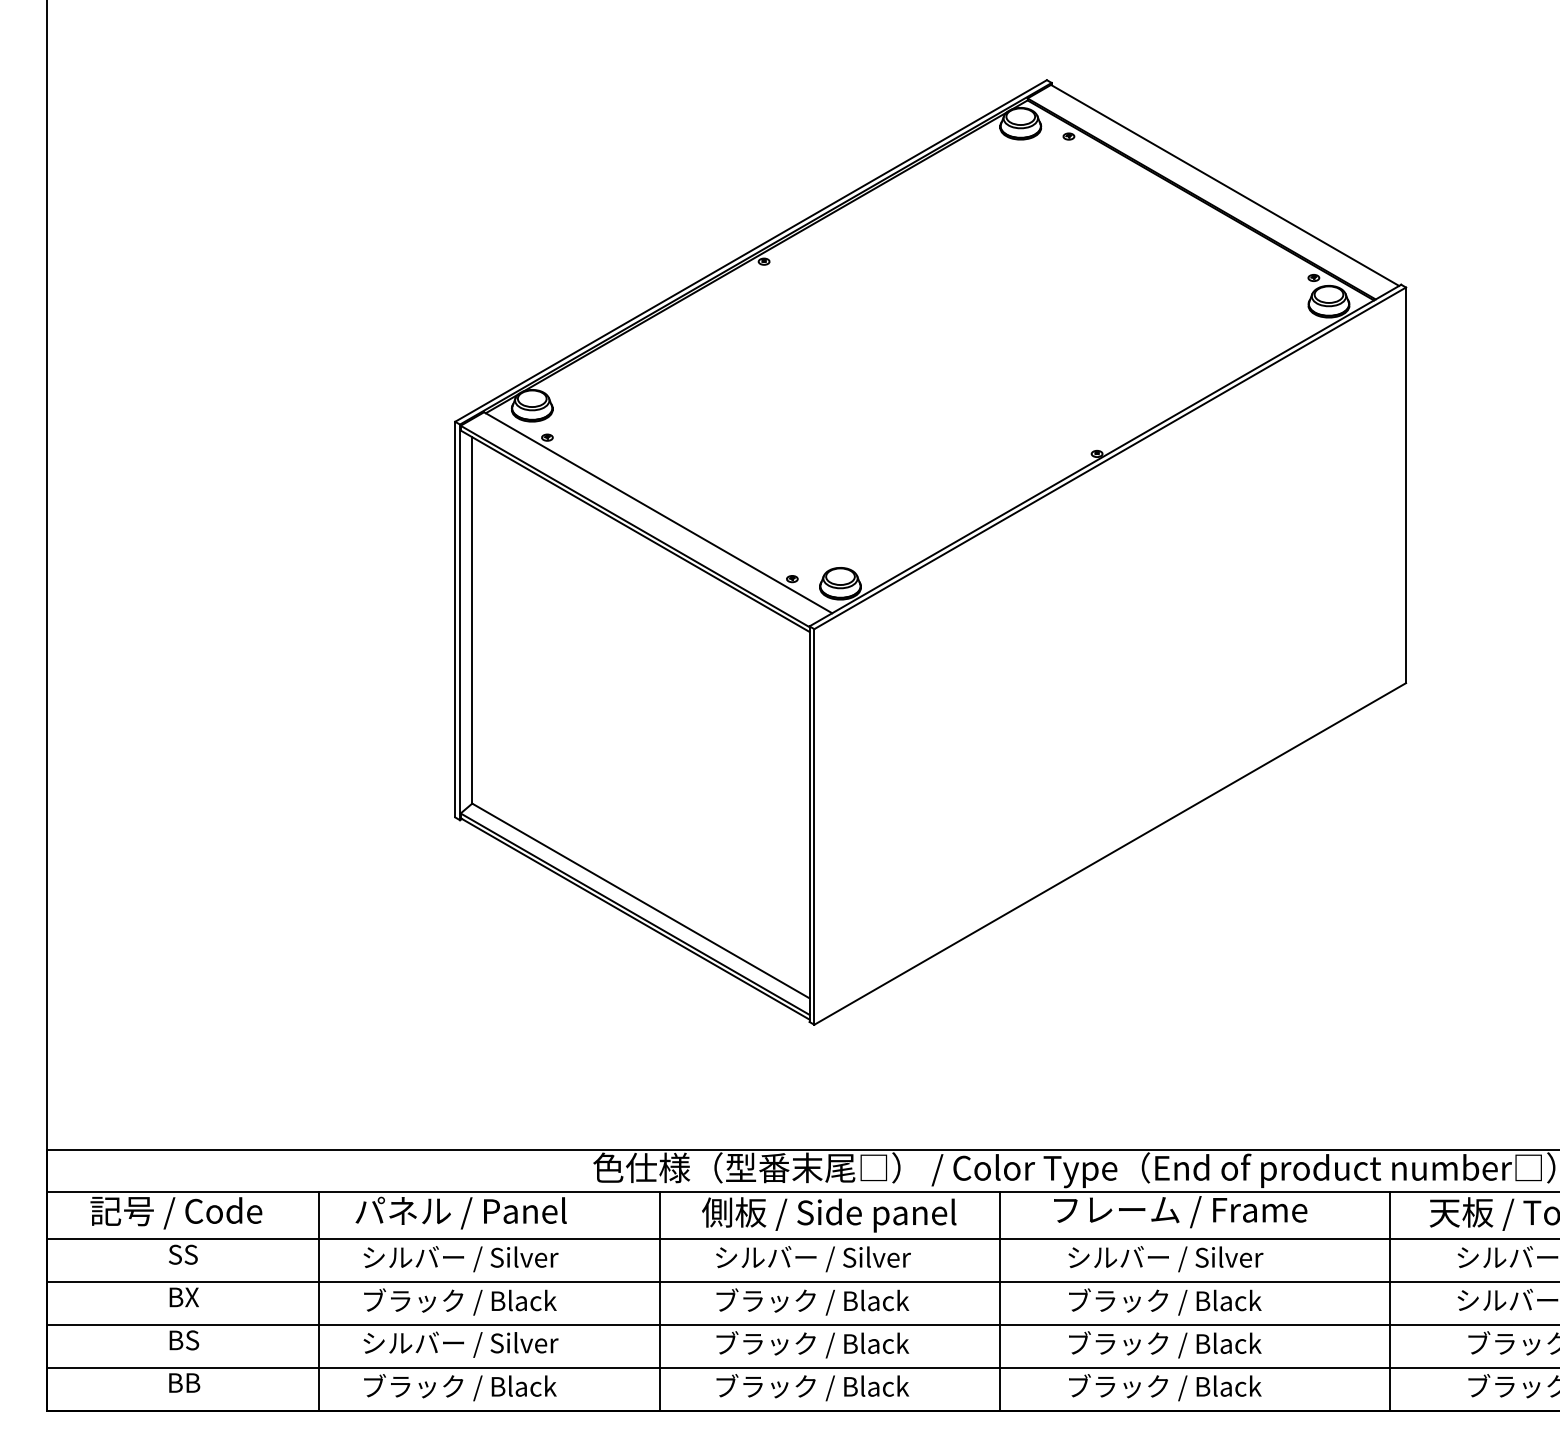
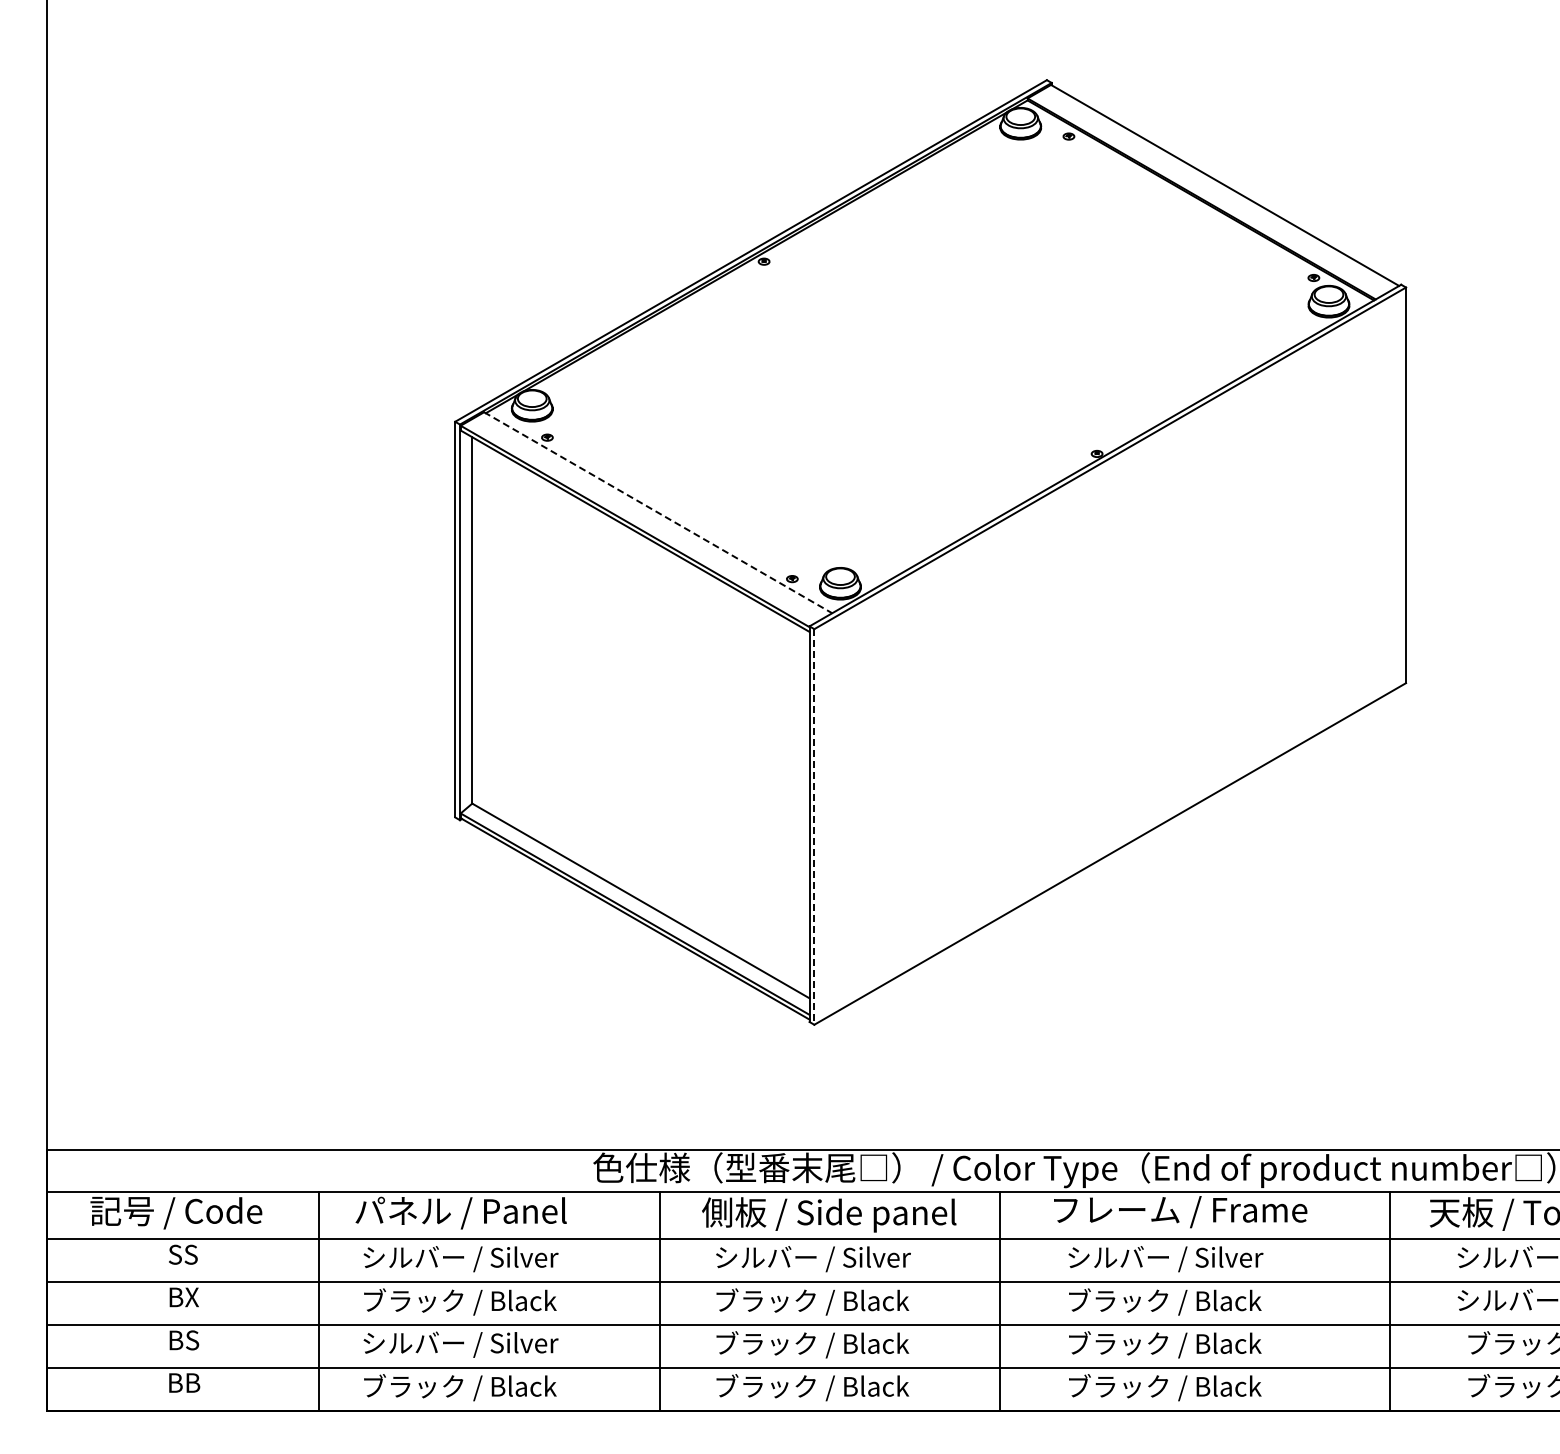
line at (658, 512): solid -> dashed
line at (814, 826): solid -> dashed
